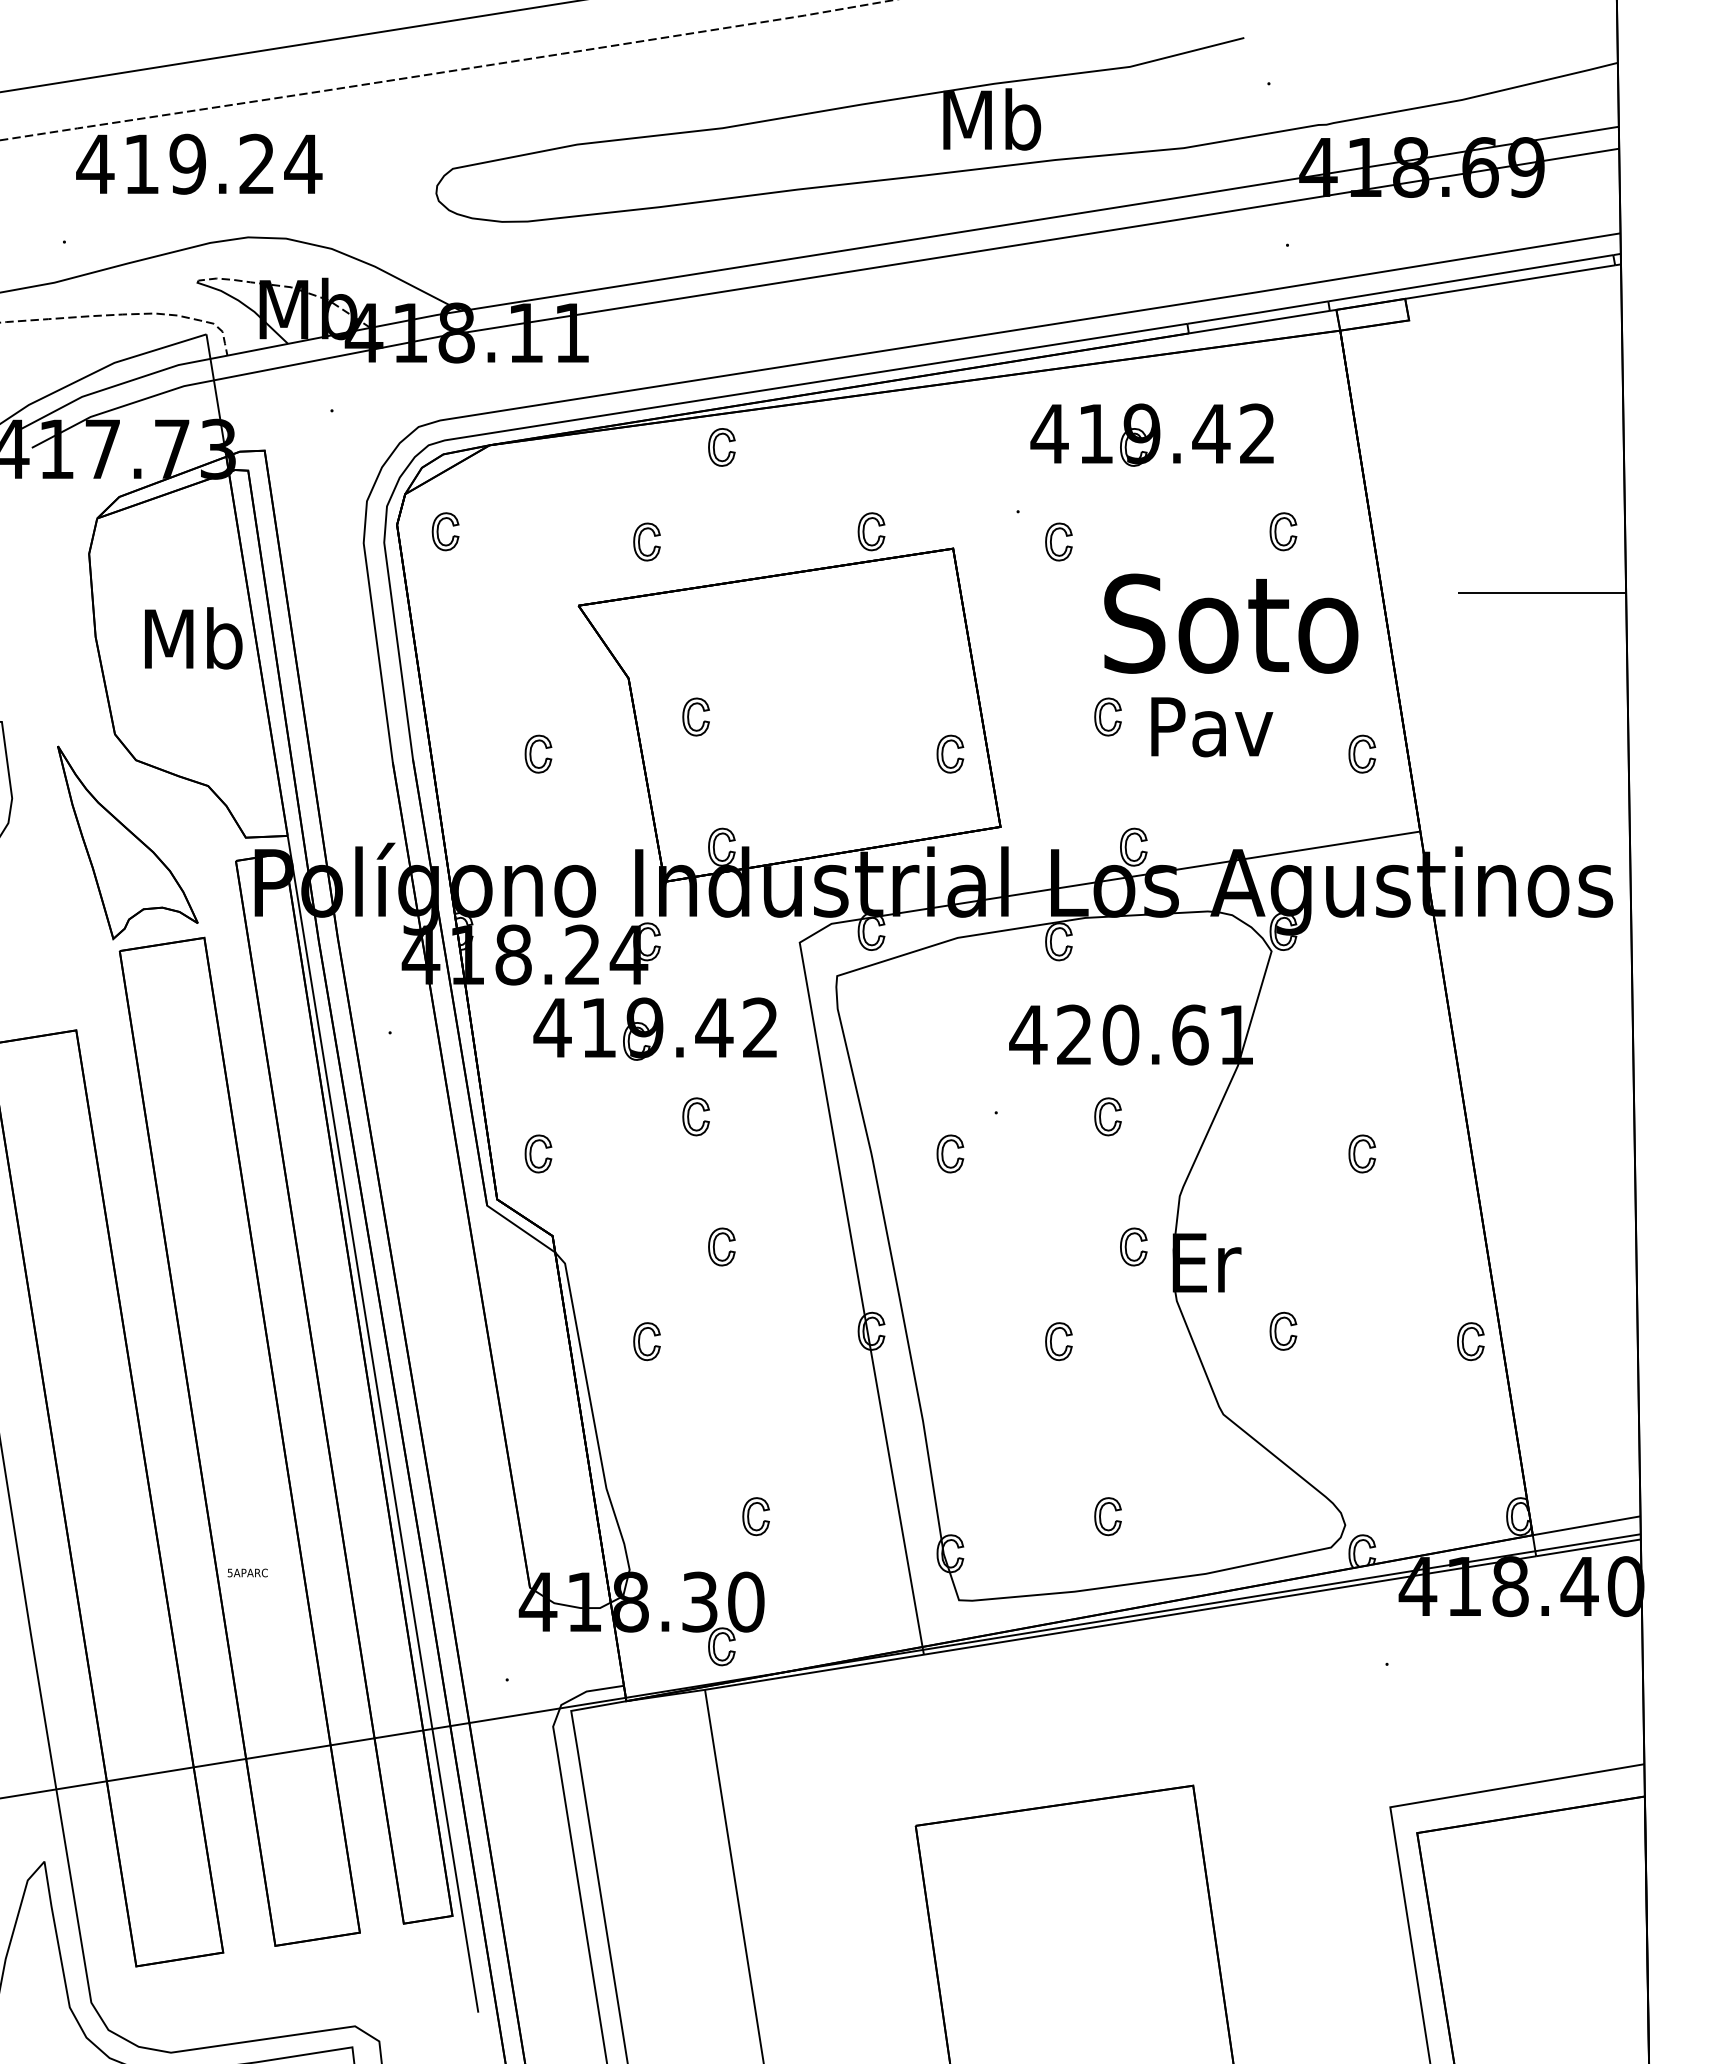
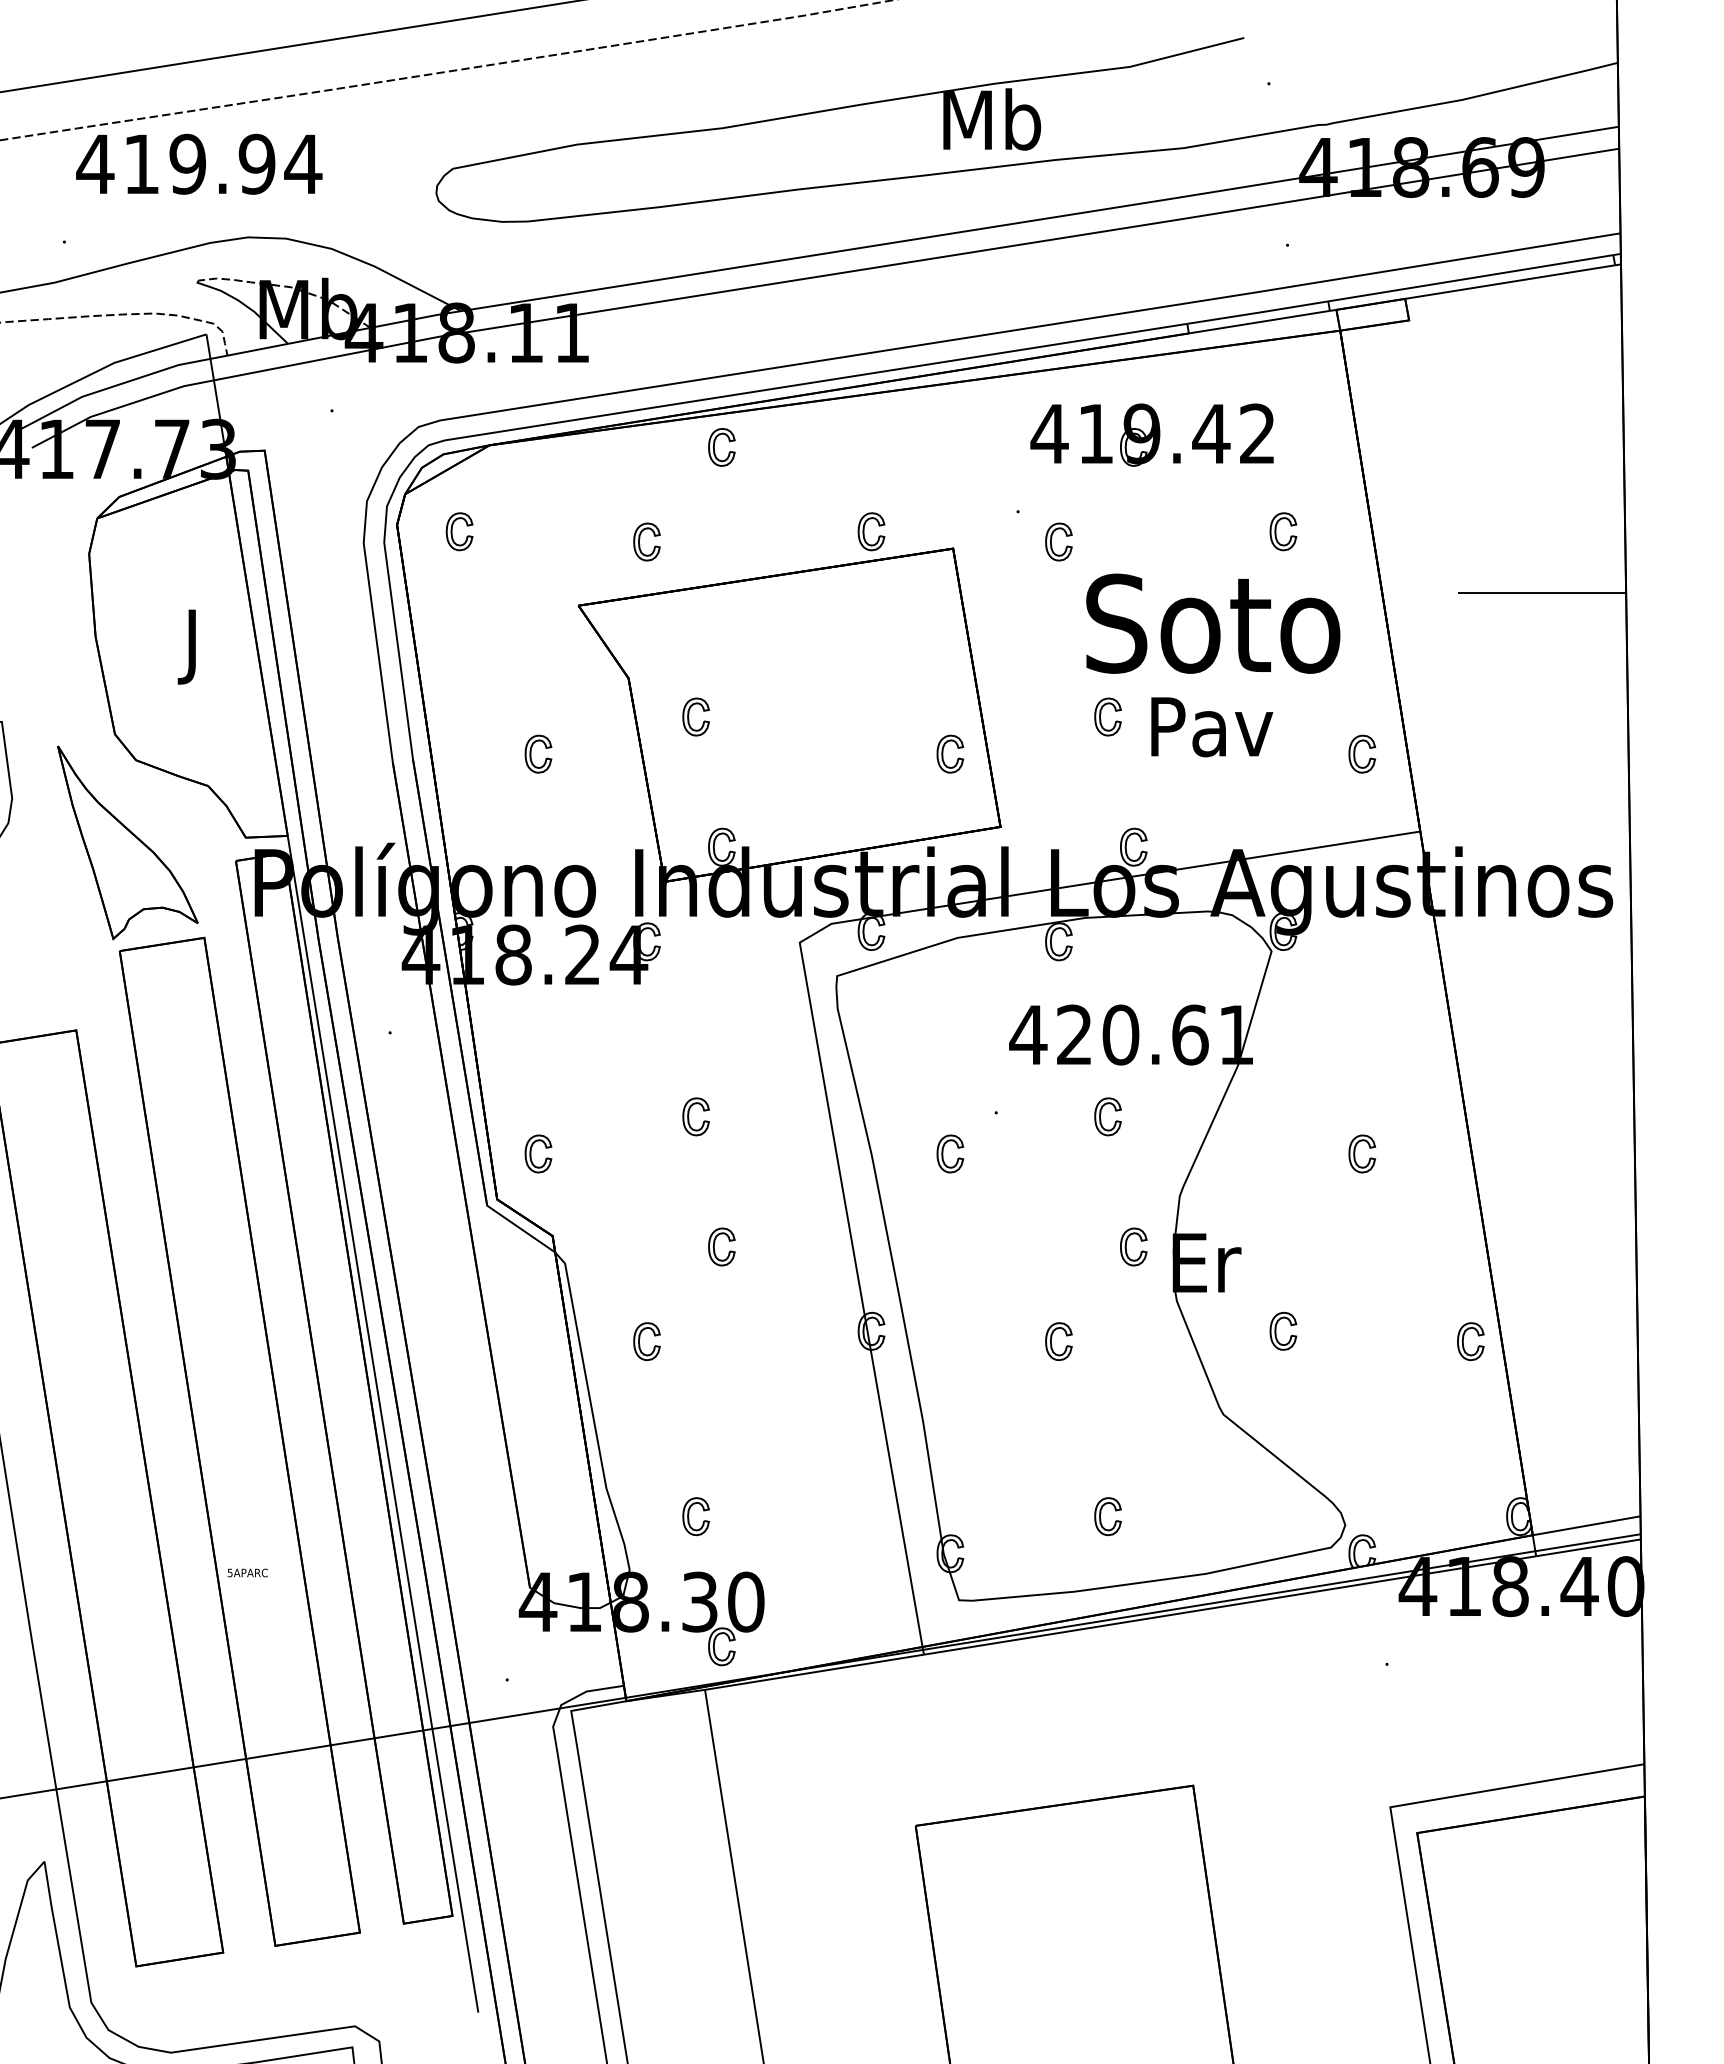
text at (256, 163): 419.24 -> 419.94
part at (438, 531) position: (438, 531) -> (452, 531)
text at (1231, 623) position: (1231, 623) -> (1213, 623)
text at (193, 645): Mb -> J
part at (654, 1028): present -> none
part at (749, 1514) position: (749, 1514) -> (689, 1514)
